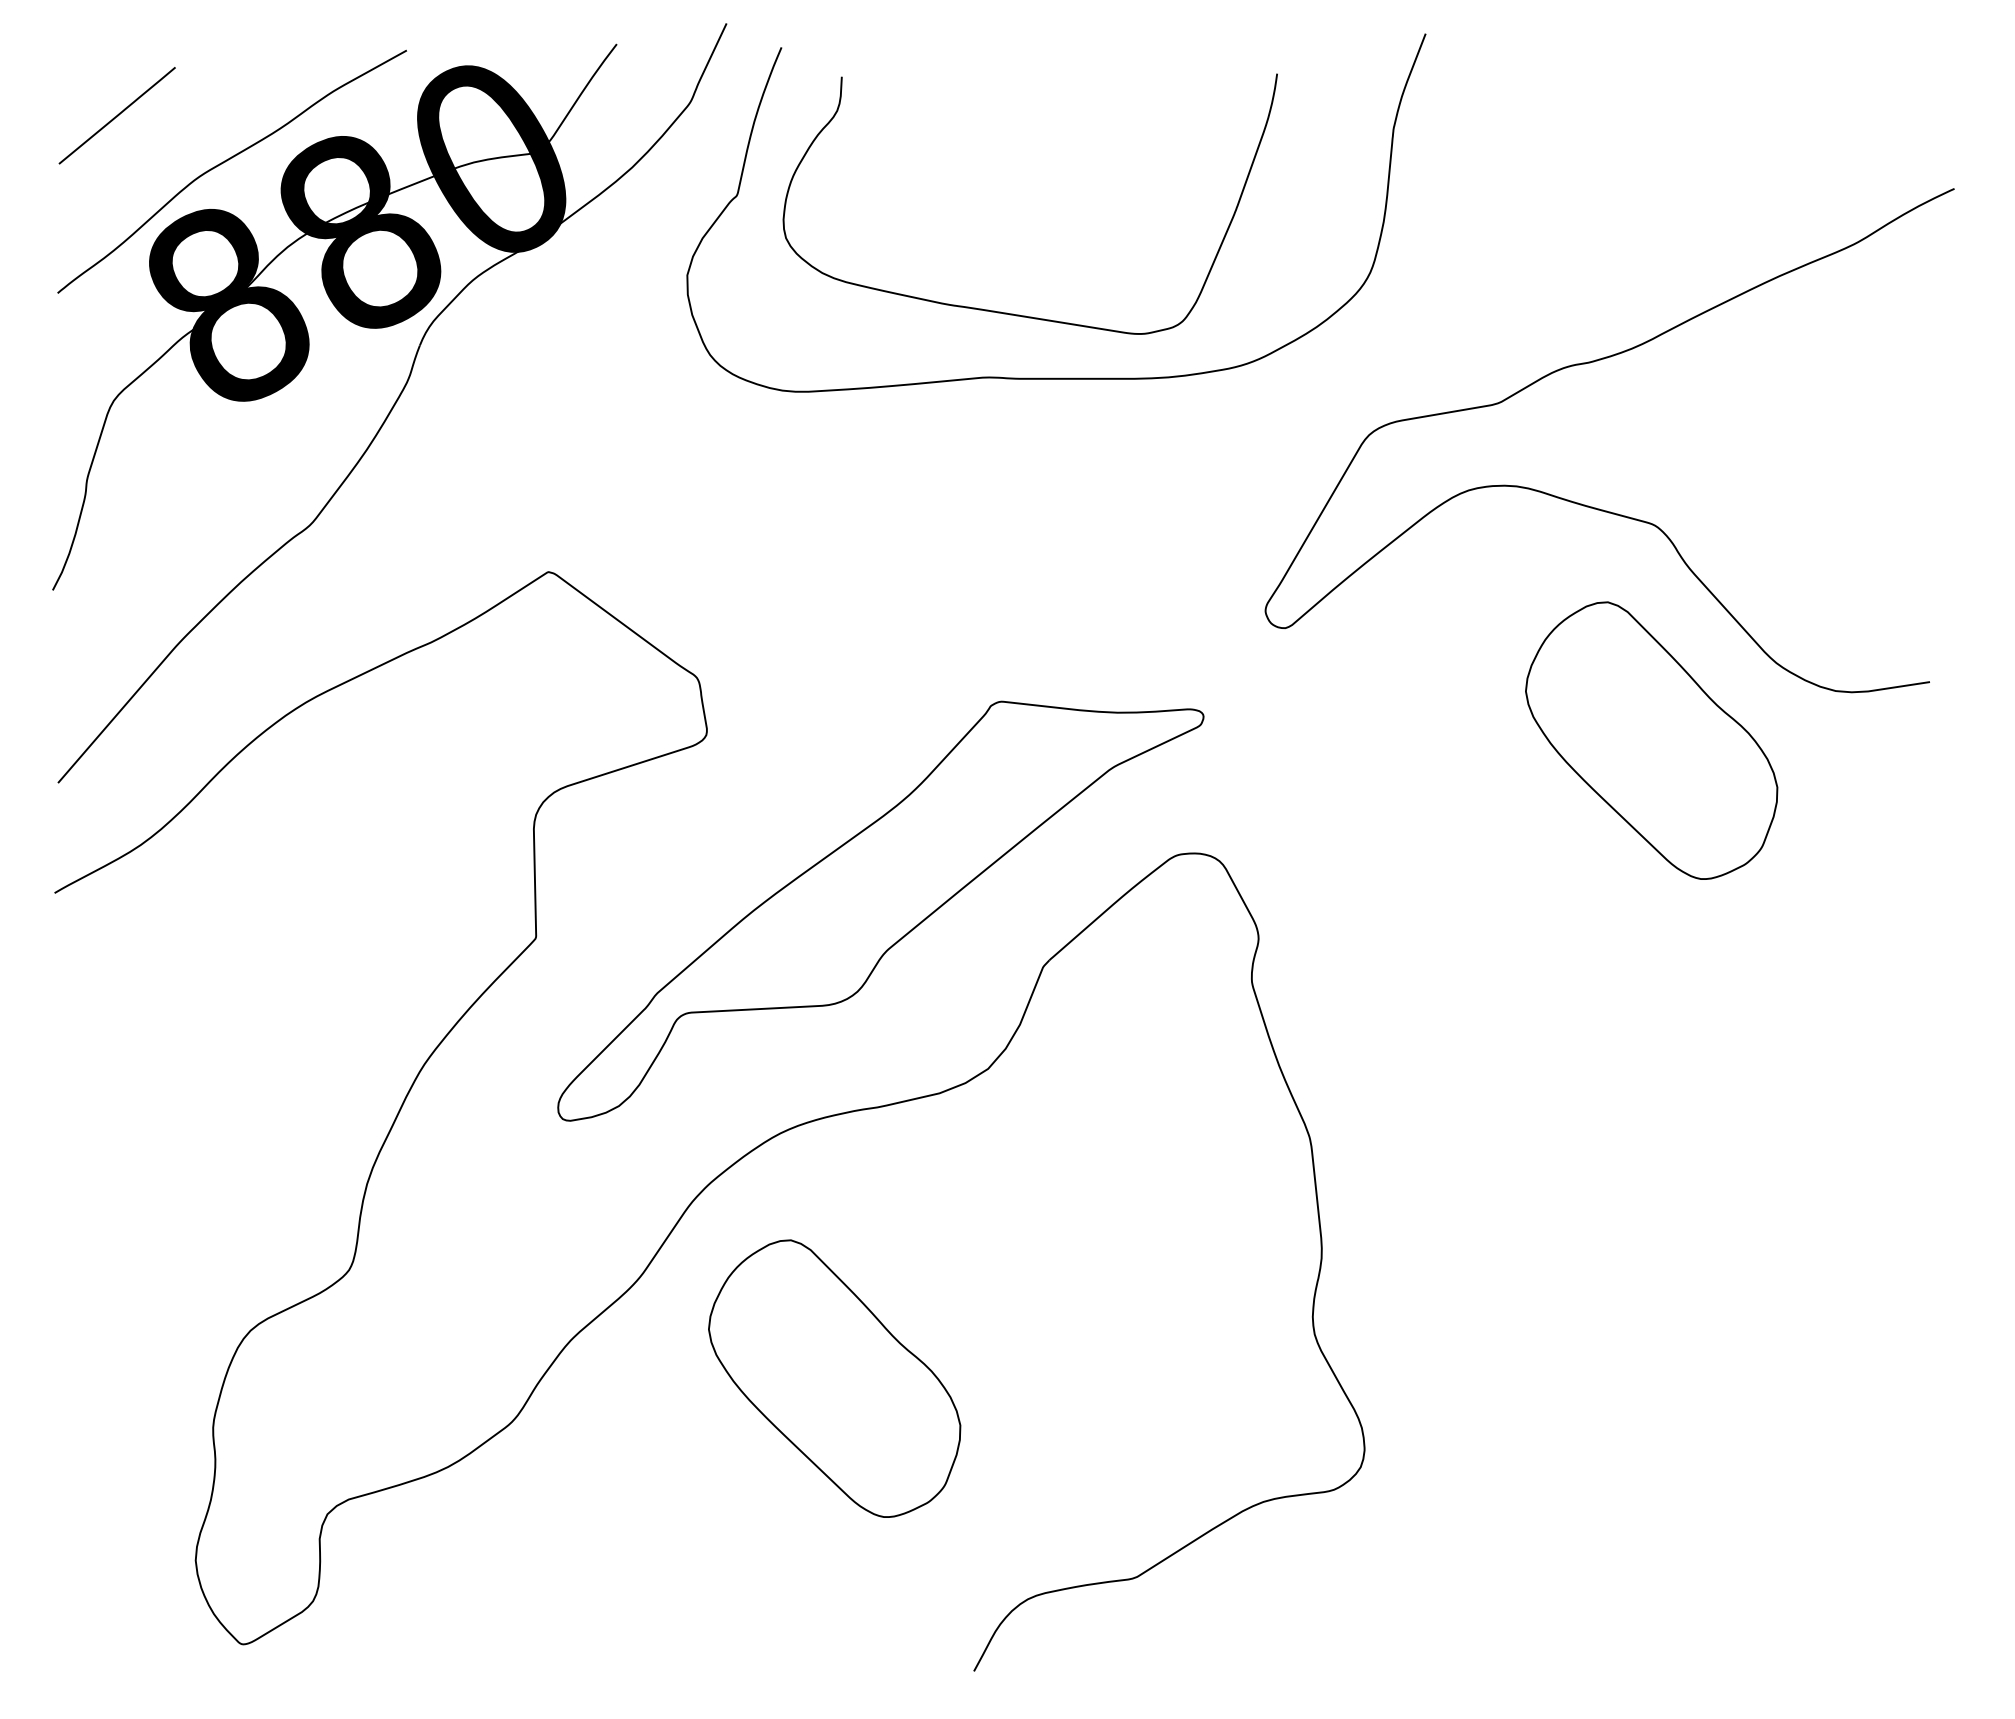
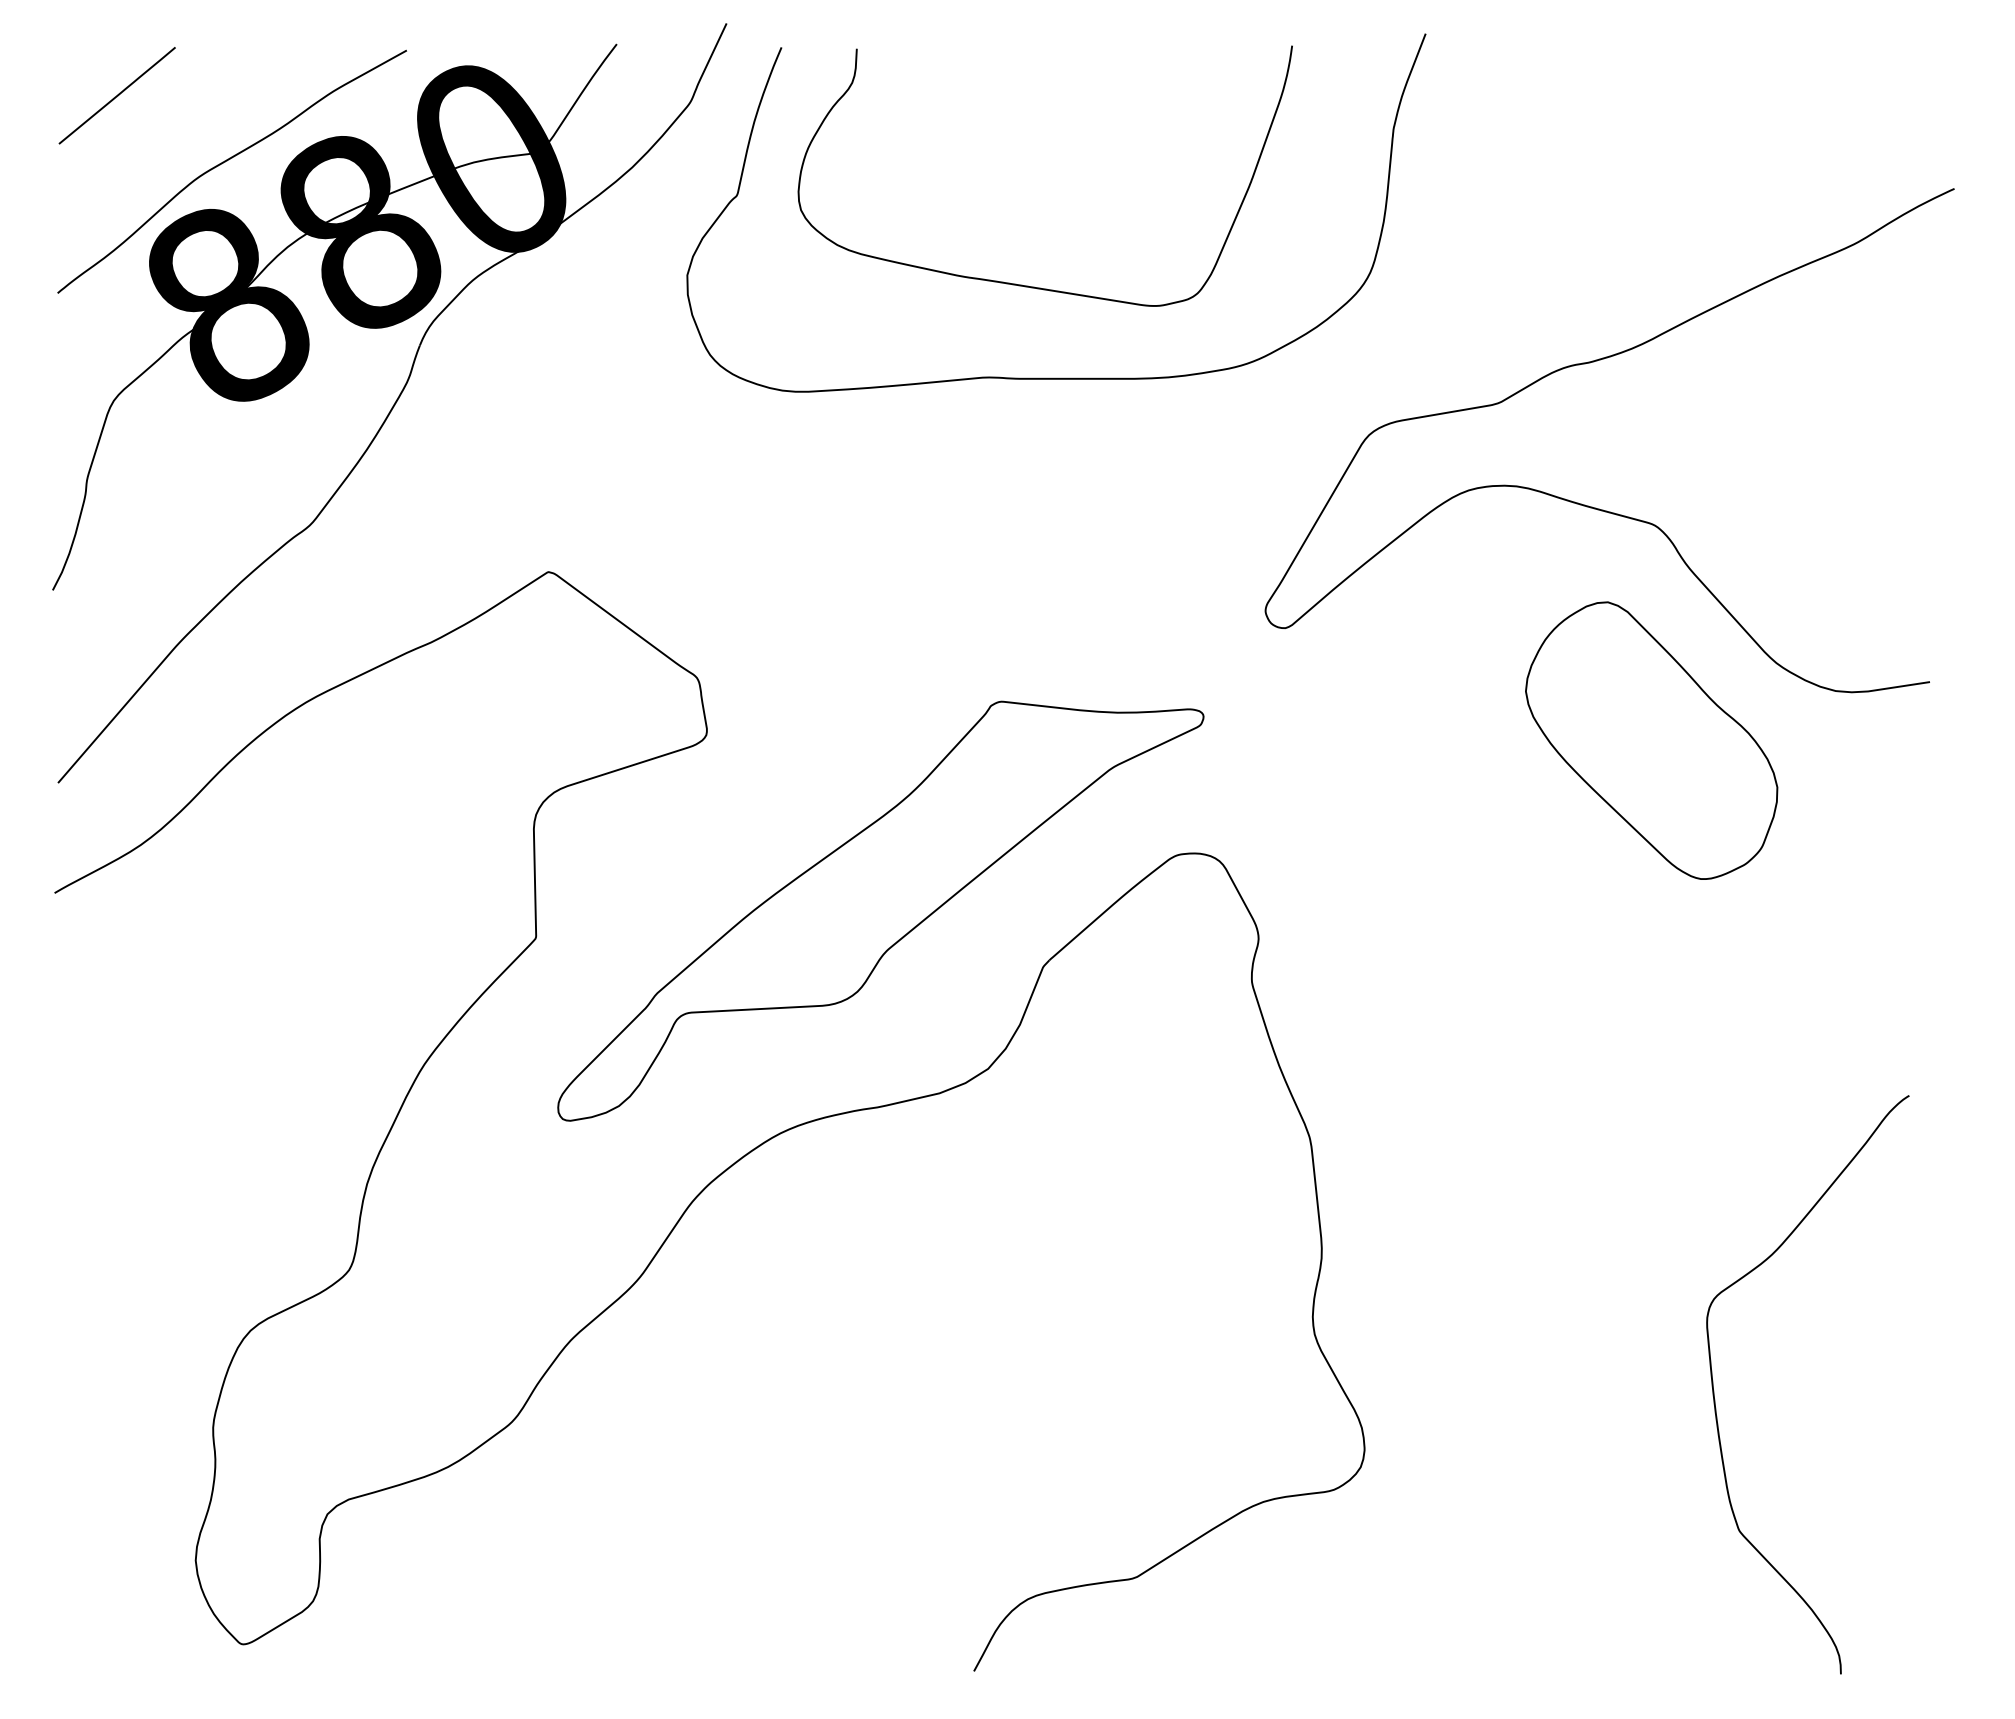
line at (116, 115) position: (116, 115) -> (116, 95)
curve at (1013, 313) position: (1013, 313) -> (1028, 285)
part at (834, 1378): present -> none
curve at (1714, 1390): none -> present
